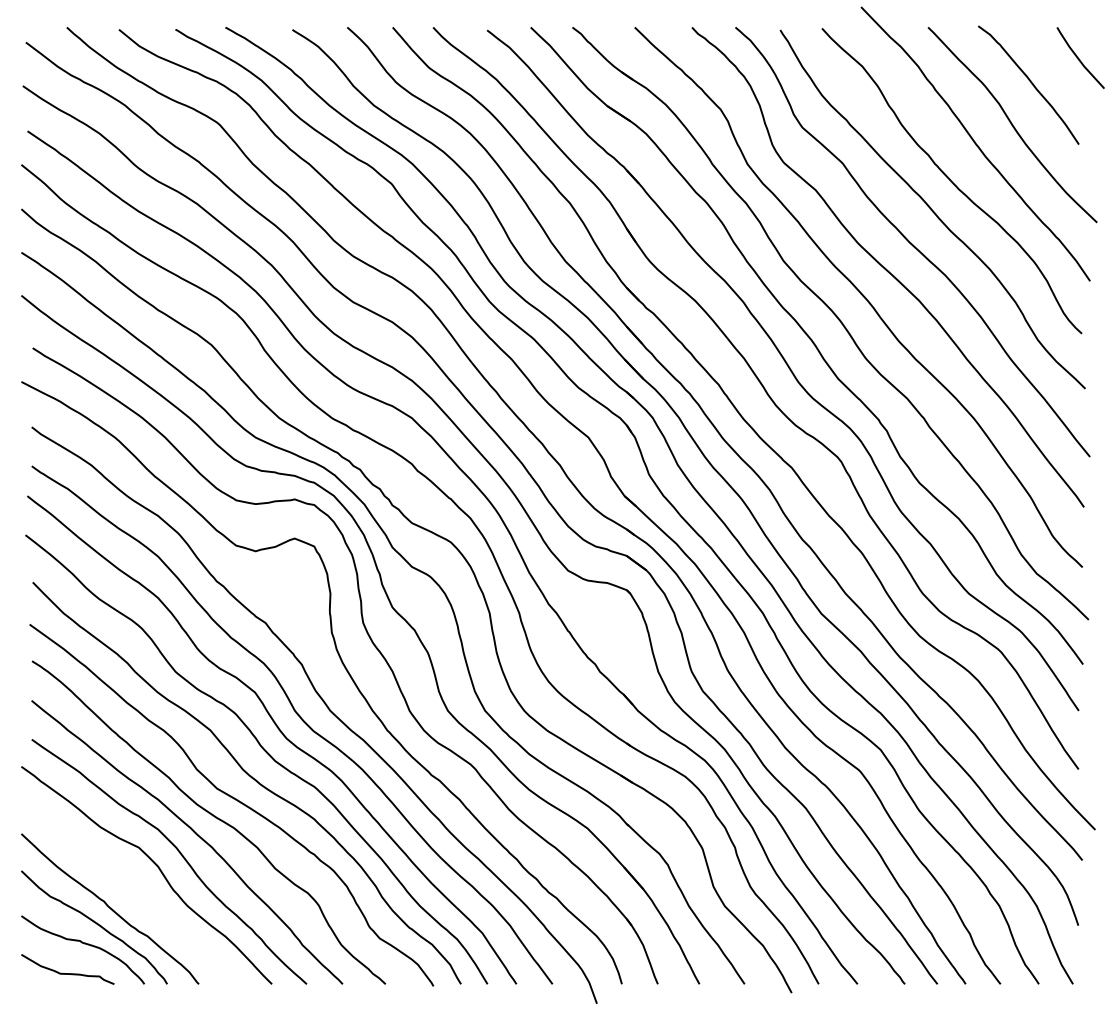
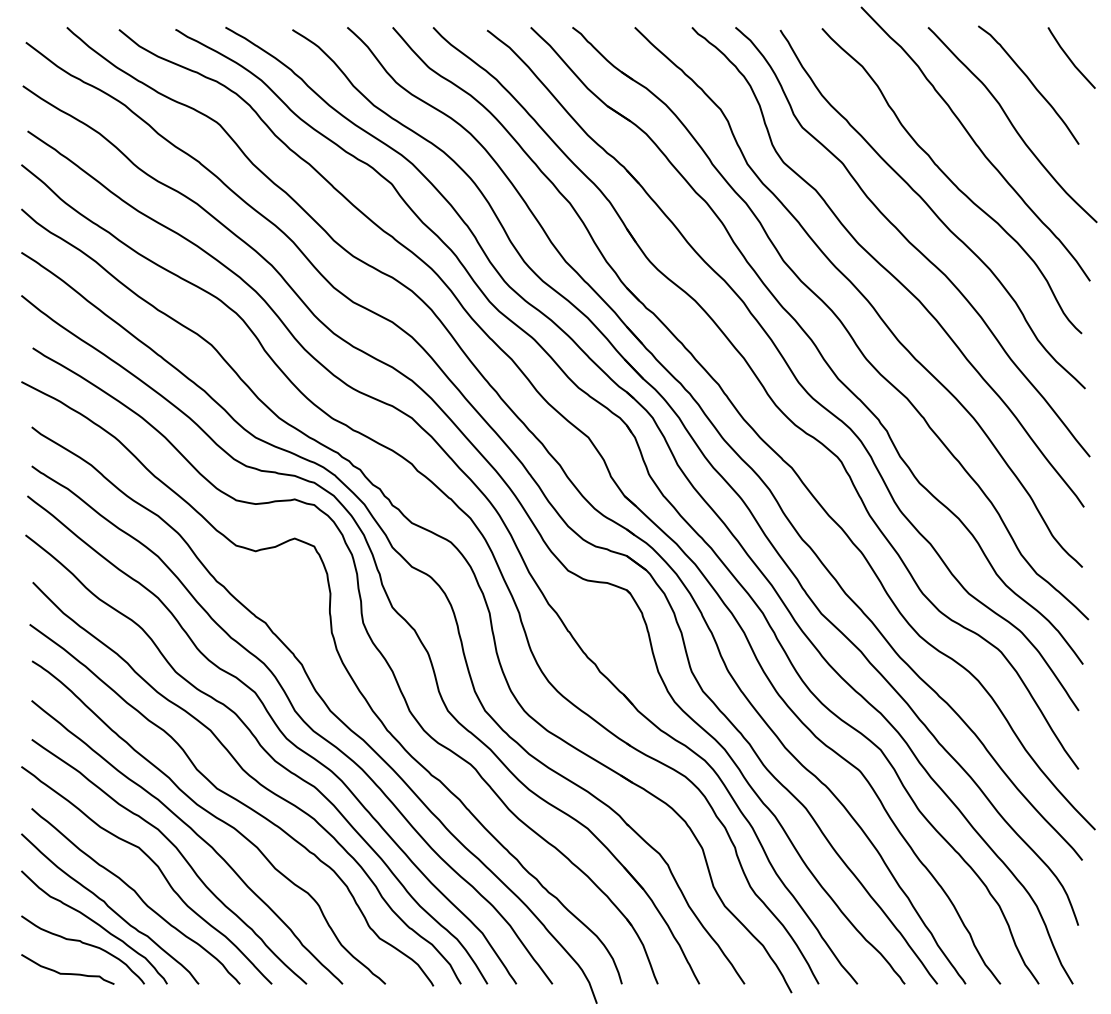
line at (1079, 58) position: (1079, 58) -> (1070, 58)
curve at (137, 896): none -> present
